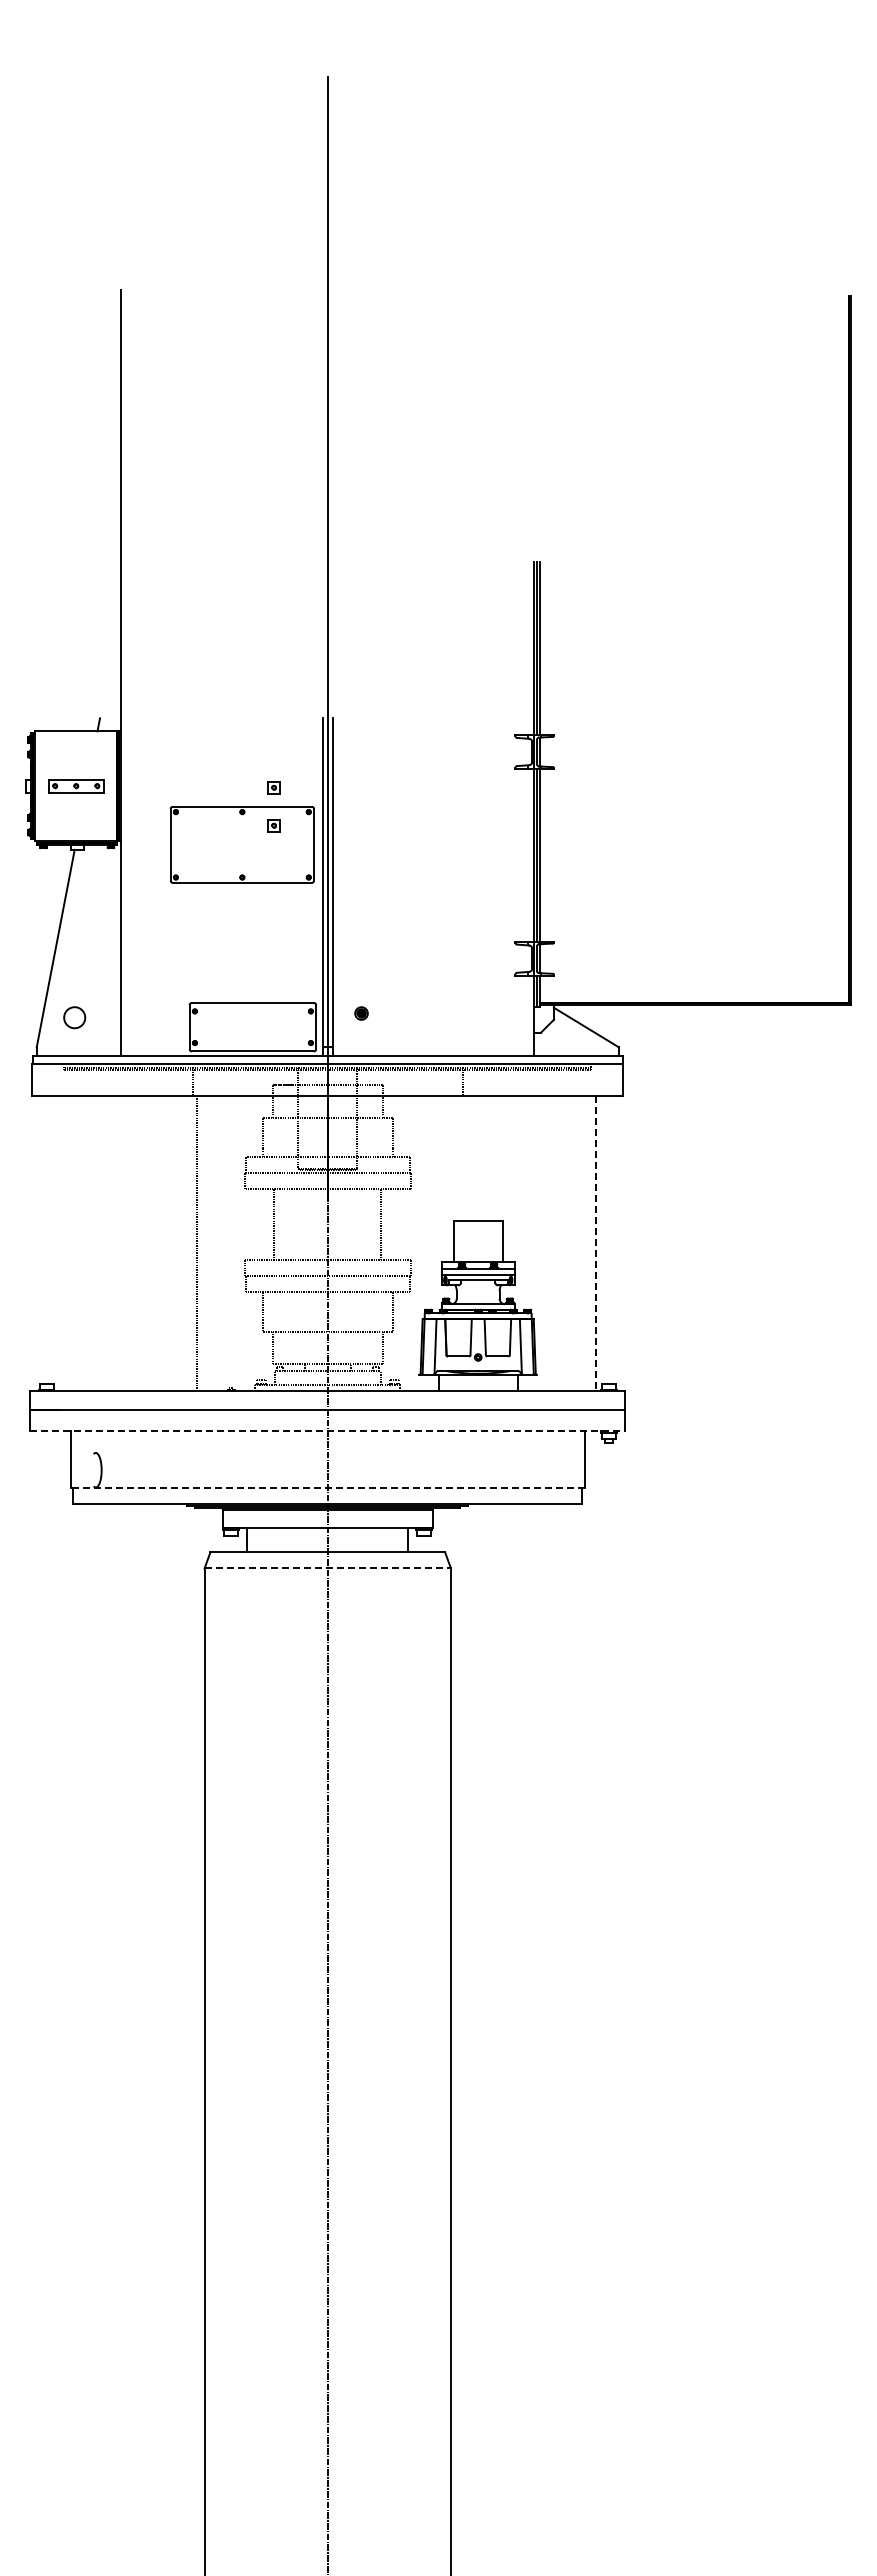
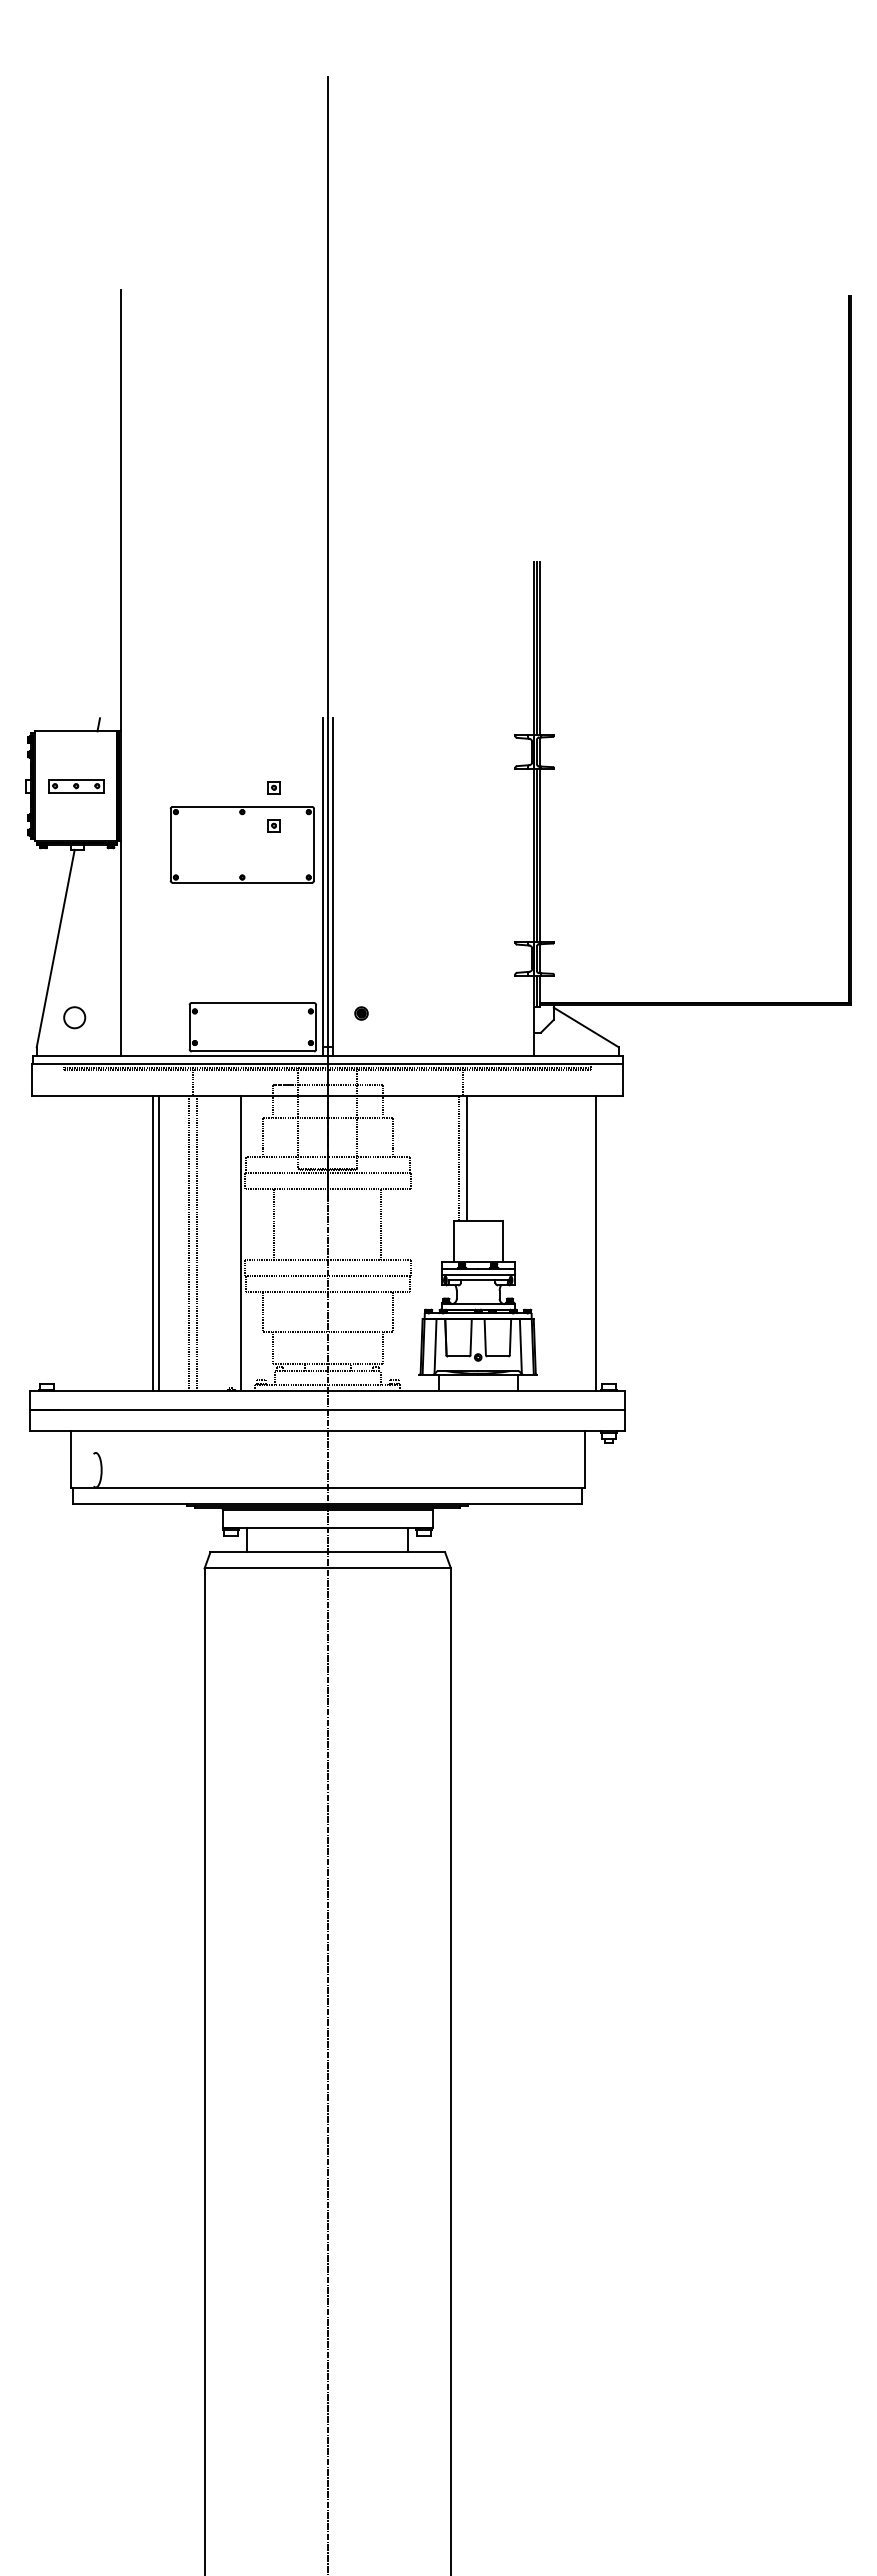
line at (459, 1158): none -> present
line at (467, 1158): none -> present
line at (152, 1243): none -> present
line at (158, 1243): none -> present
line at (188, 1243): none -> present
line at (241, 1243): none -> present
line at (595, 1244): dashed -> solid
line at (328, 1431): dashed -> solid
line at (327, 1487): dashed -> solid
line at (328, 1568): dashed -> solid
